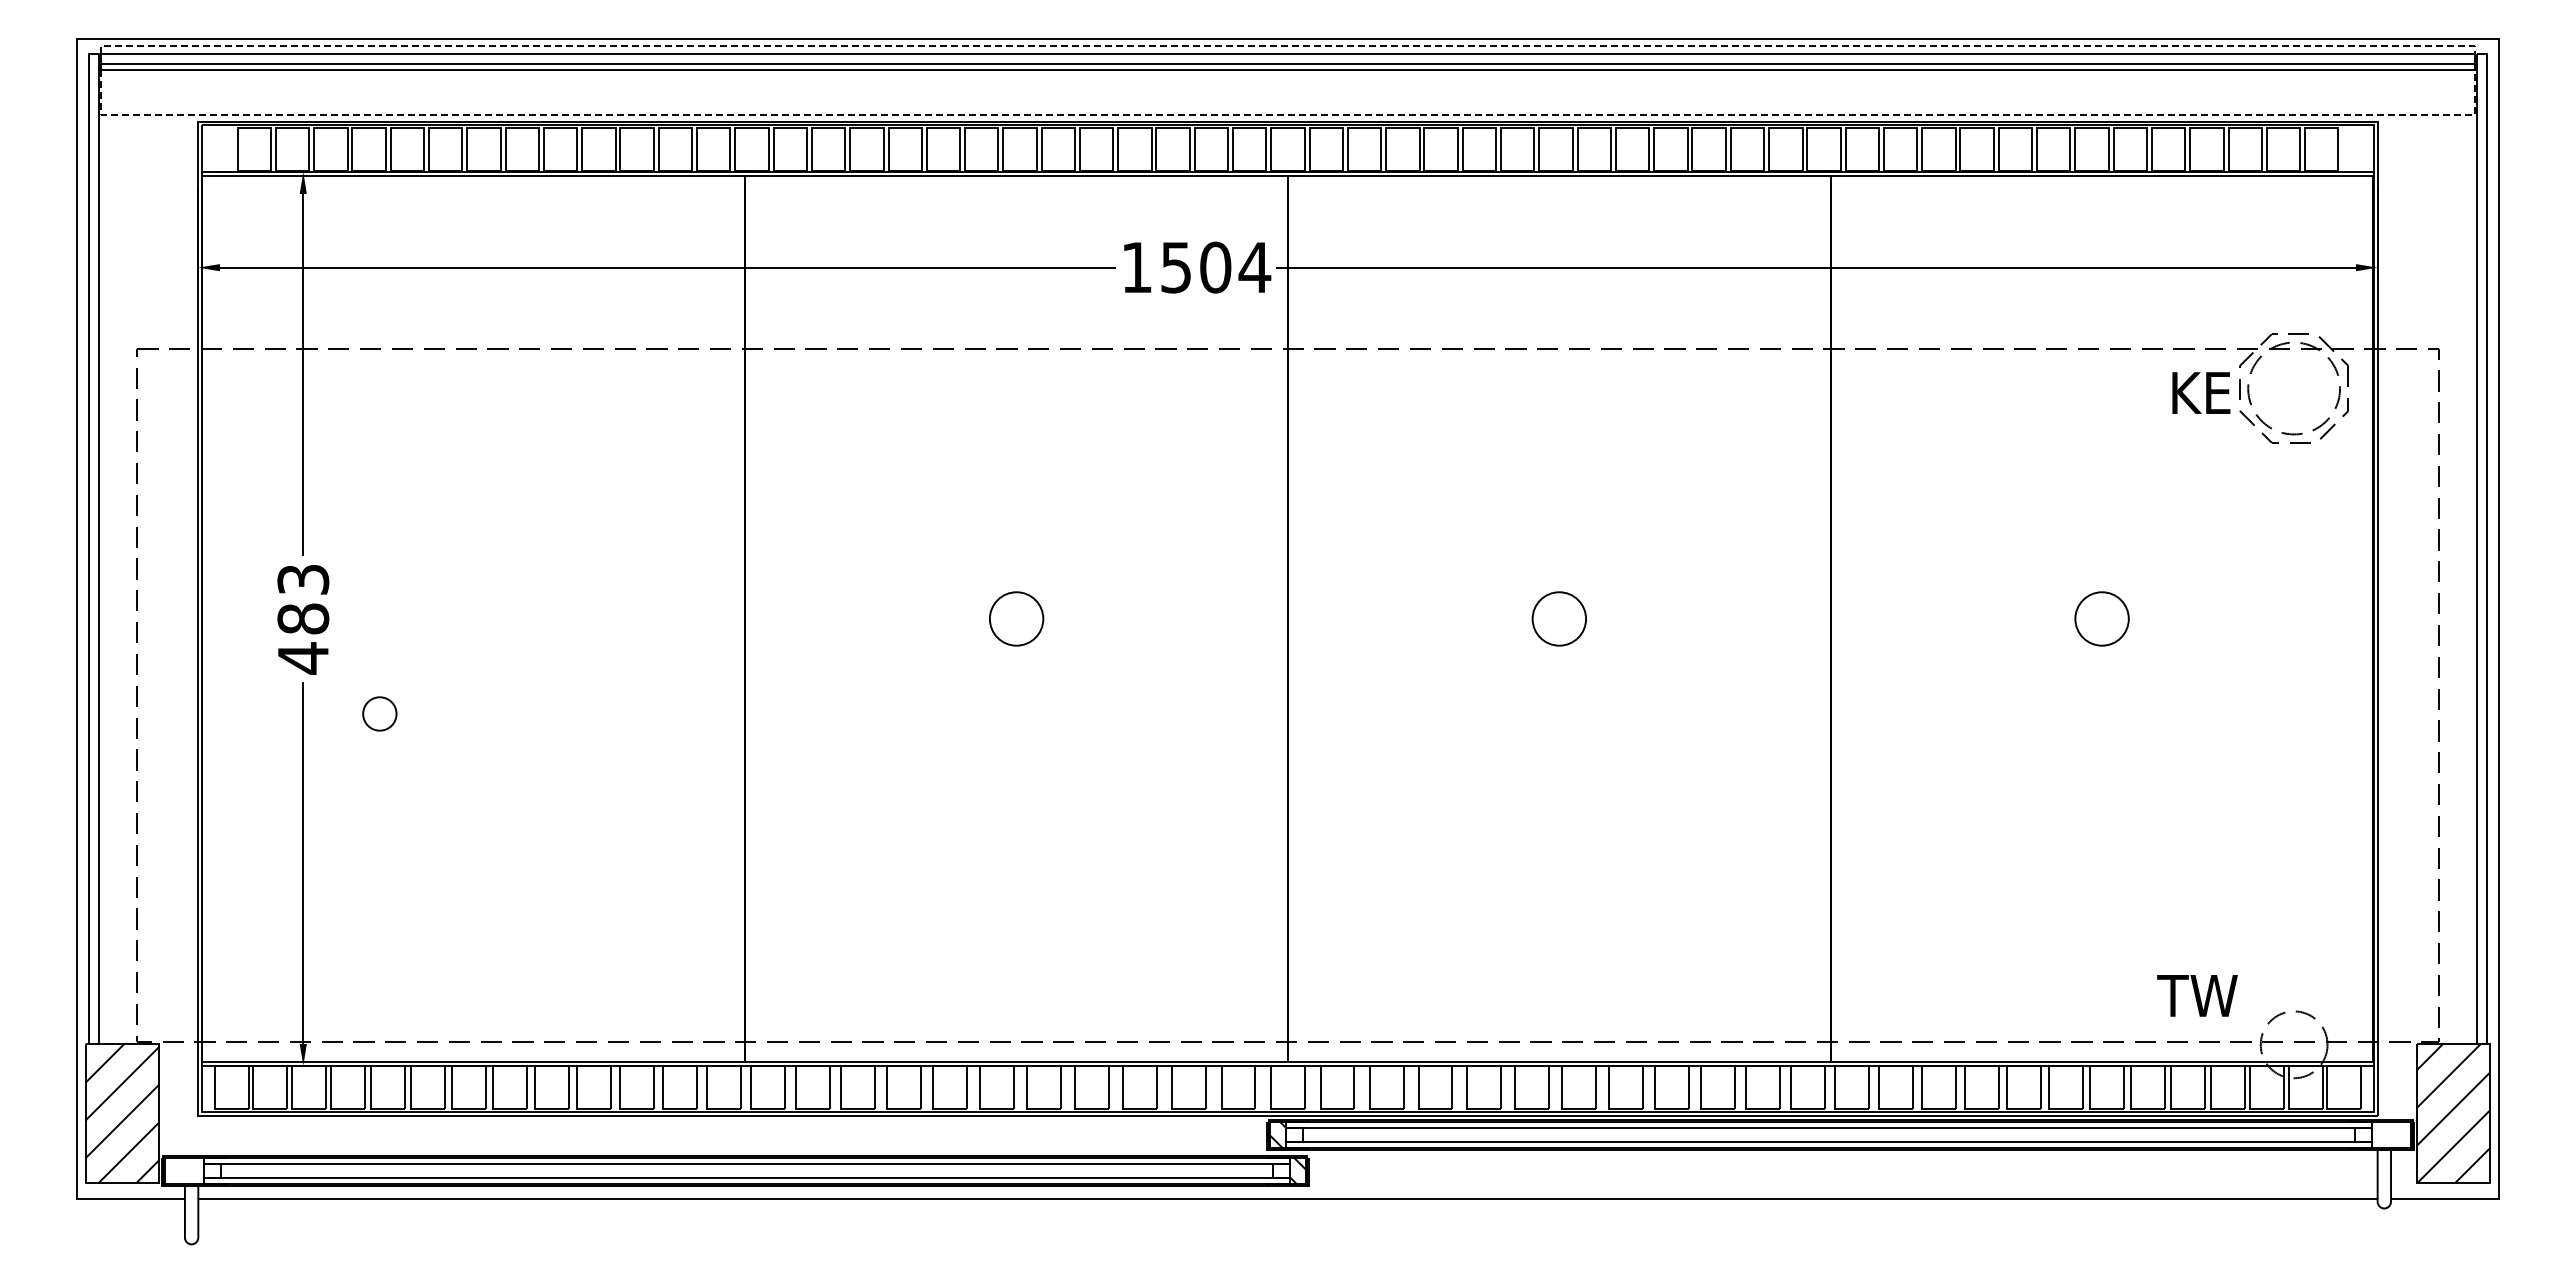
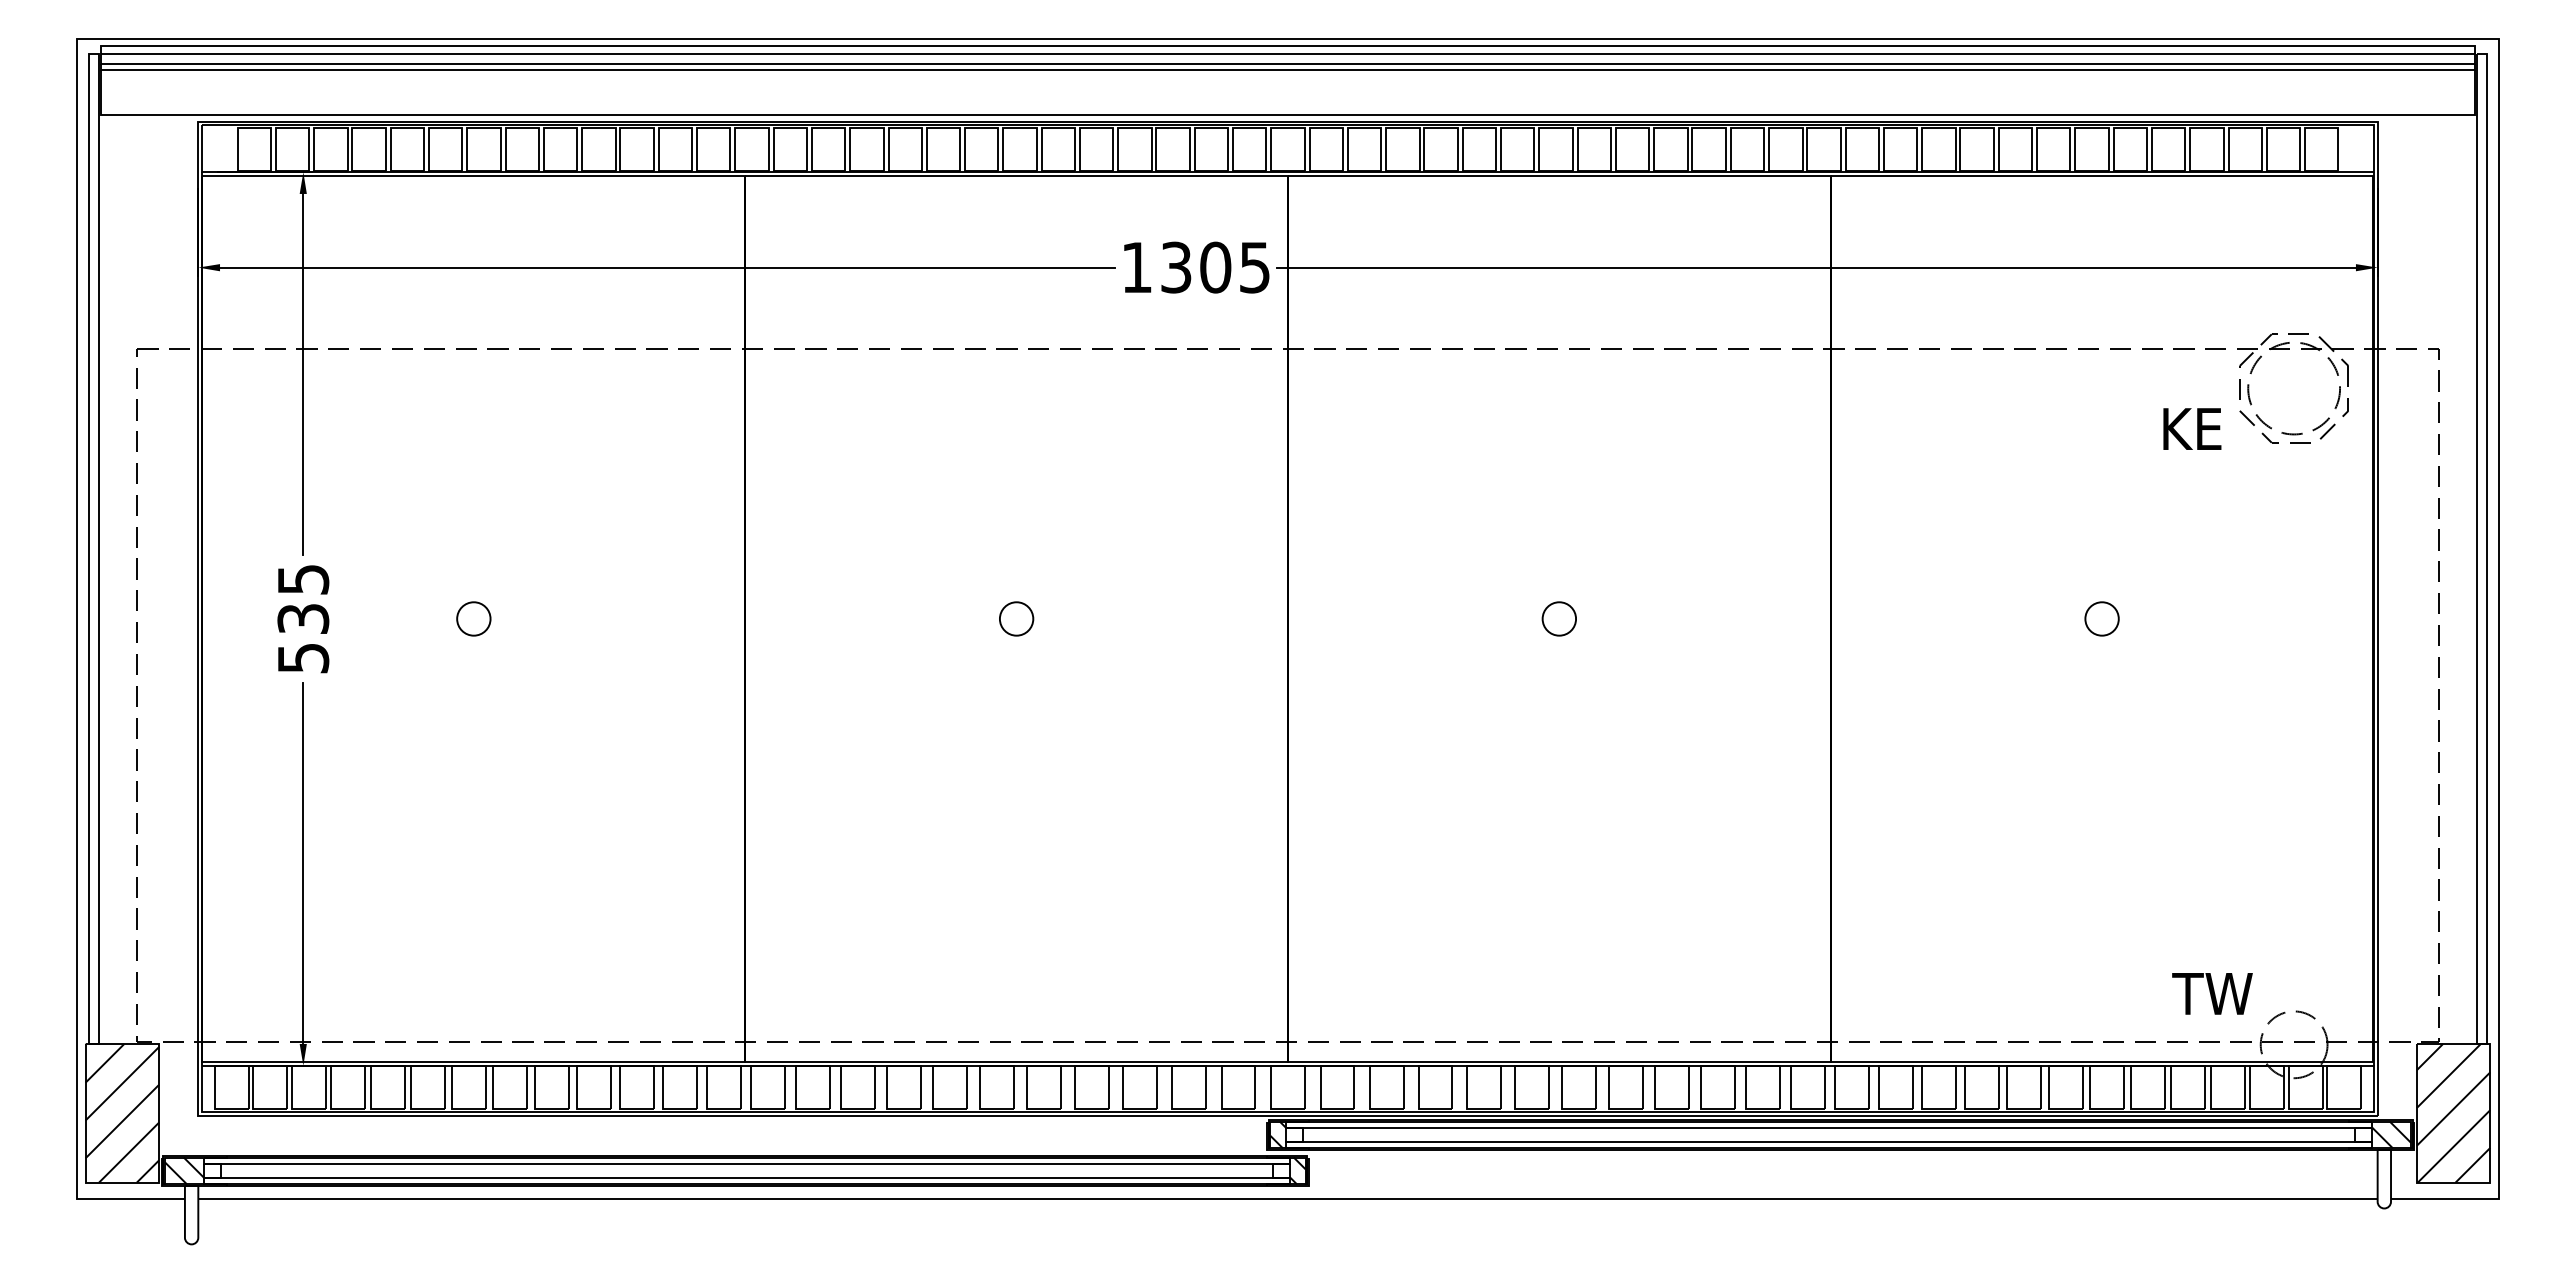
line at (1288, 46): dashed -> solid
line at (1288, 114): dashed -> solid
text at (1216, 267): 1504 -> 1305
text at (2201, 392) position: (2201, 392) -> (2192, 428)
circle at (1016, 618) diameter: 53 px -> 33 px
circle at (1559, 618) diameter: 53 px -> 33 px
circle at (2101, 618) diameter: 53 px -> 33 px
text at (303, 619): 483 -> 535
circle at (379, 713) position: (379, 713) -> (473, 618)
text at (2197, 995) position: (2197, 995) -> (2212, 993)
hatch at (2391, 1134): none -> present
hatch at (184, 1170): none -> present
